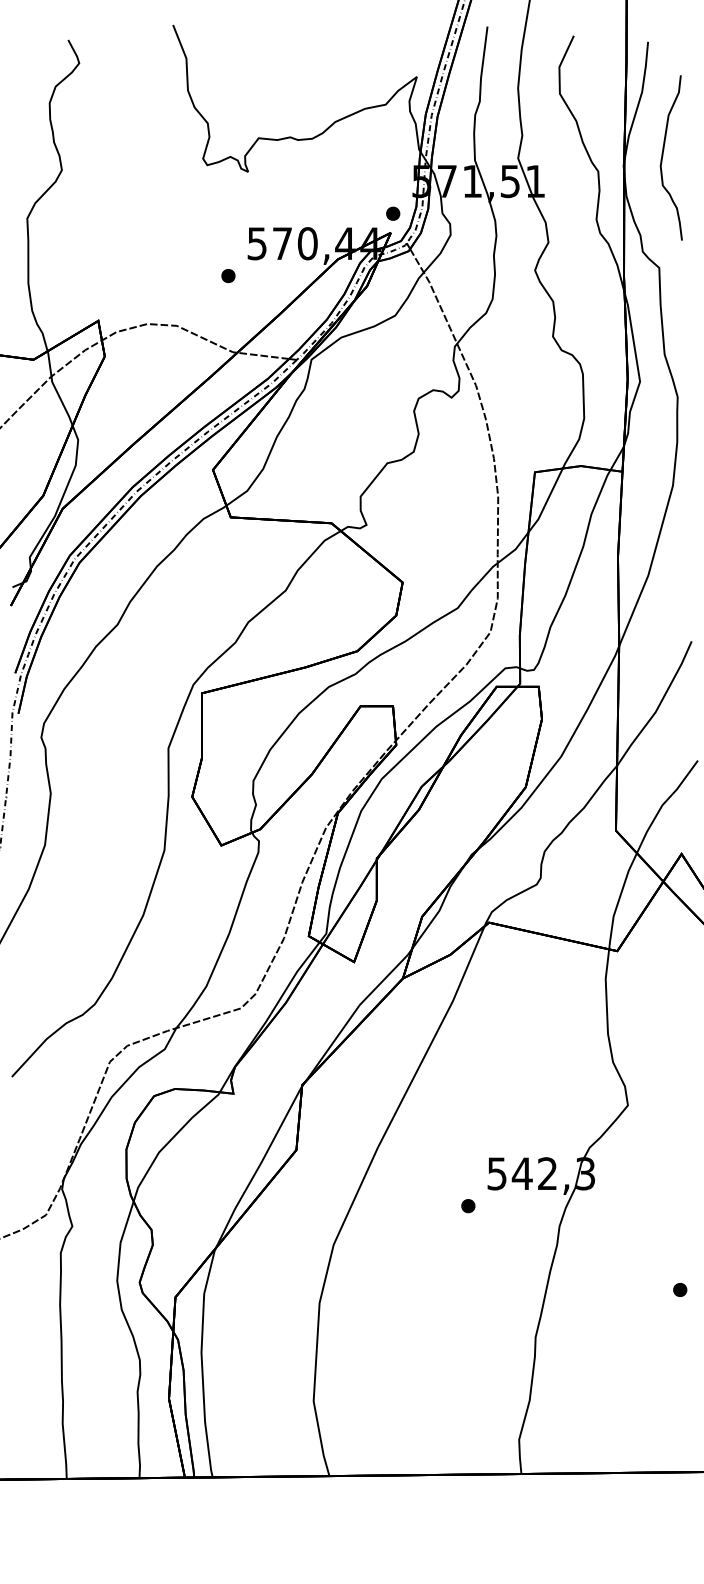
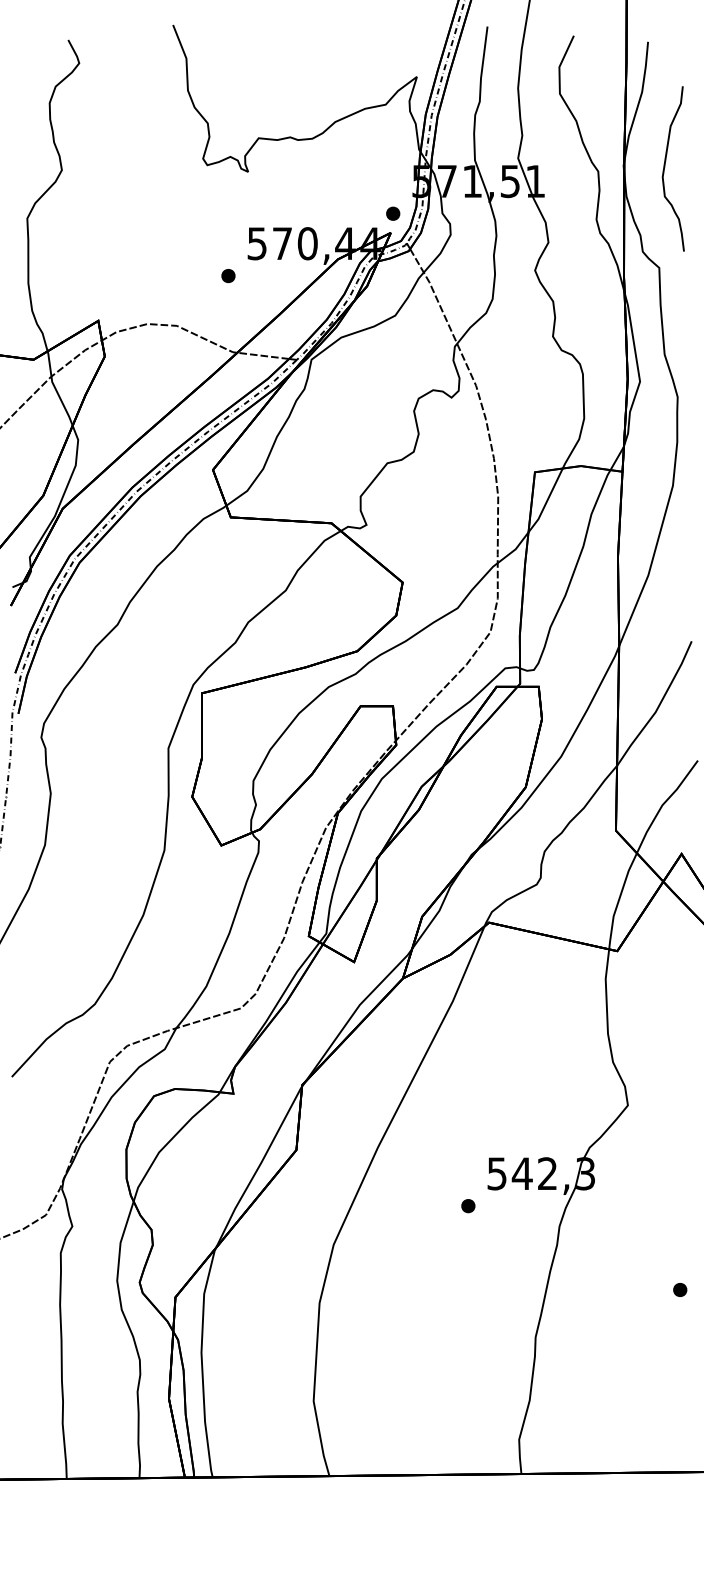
curve at (663, 156) position: (663, 156) -> (665, 167)
